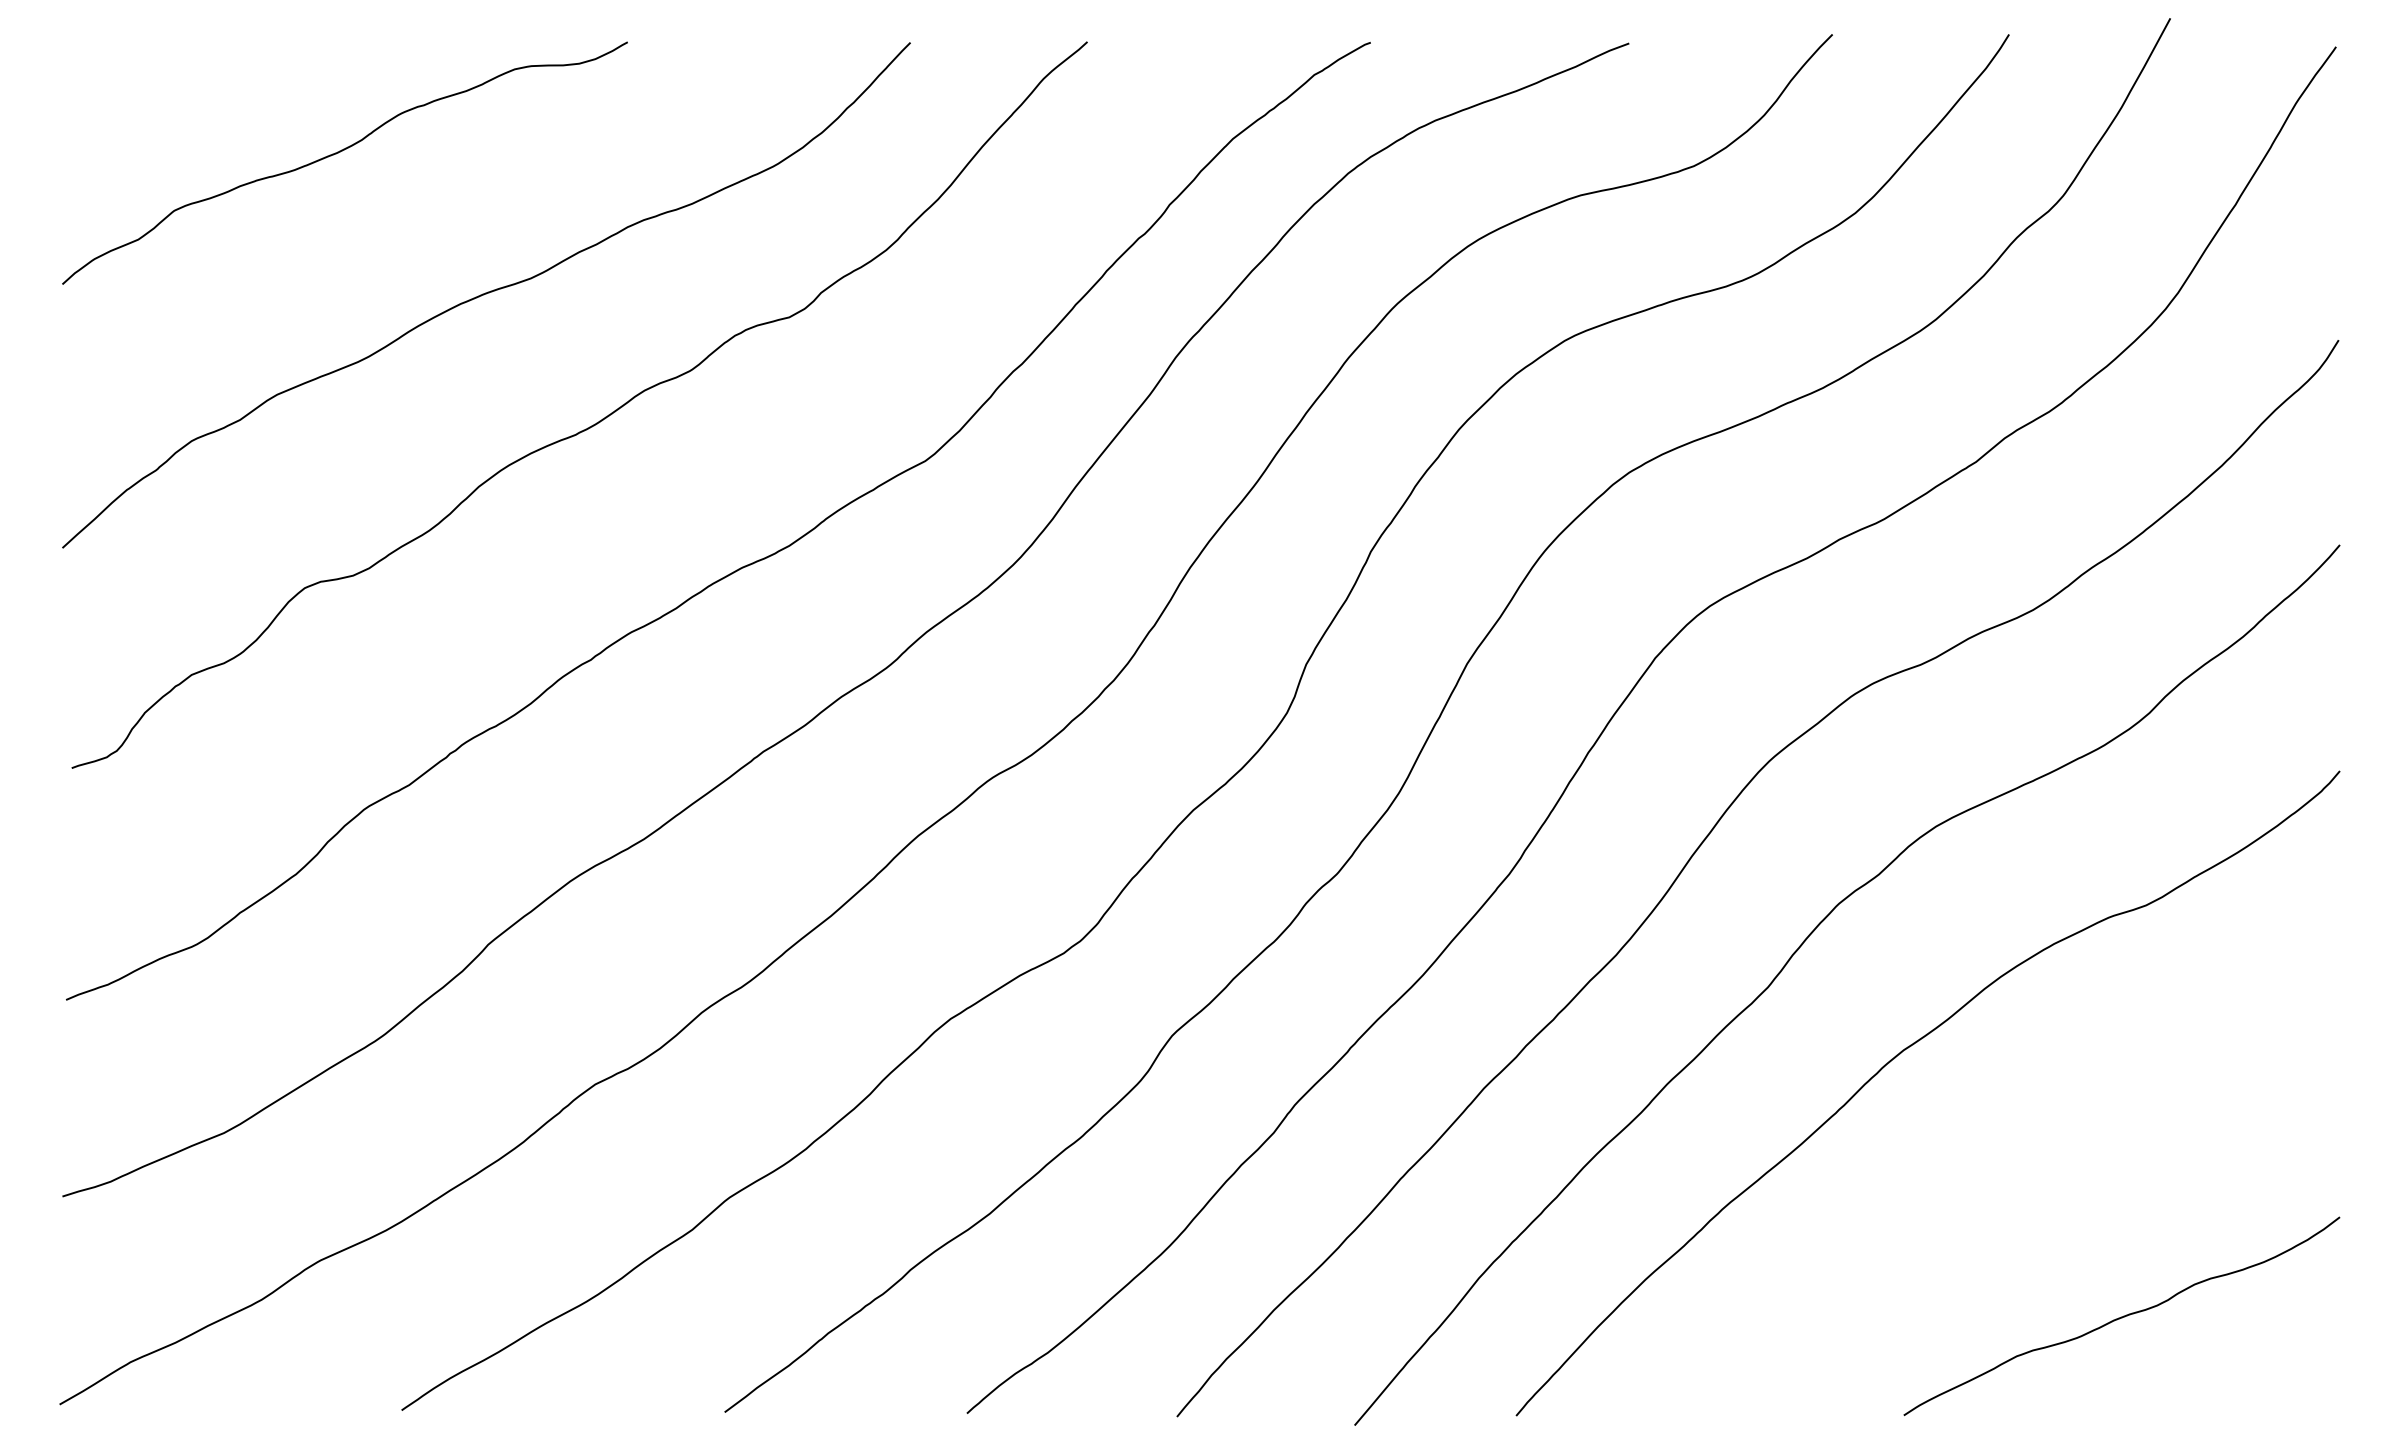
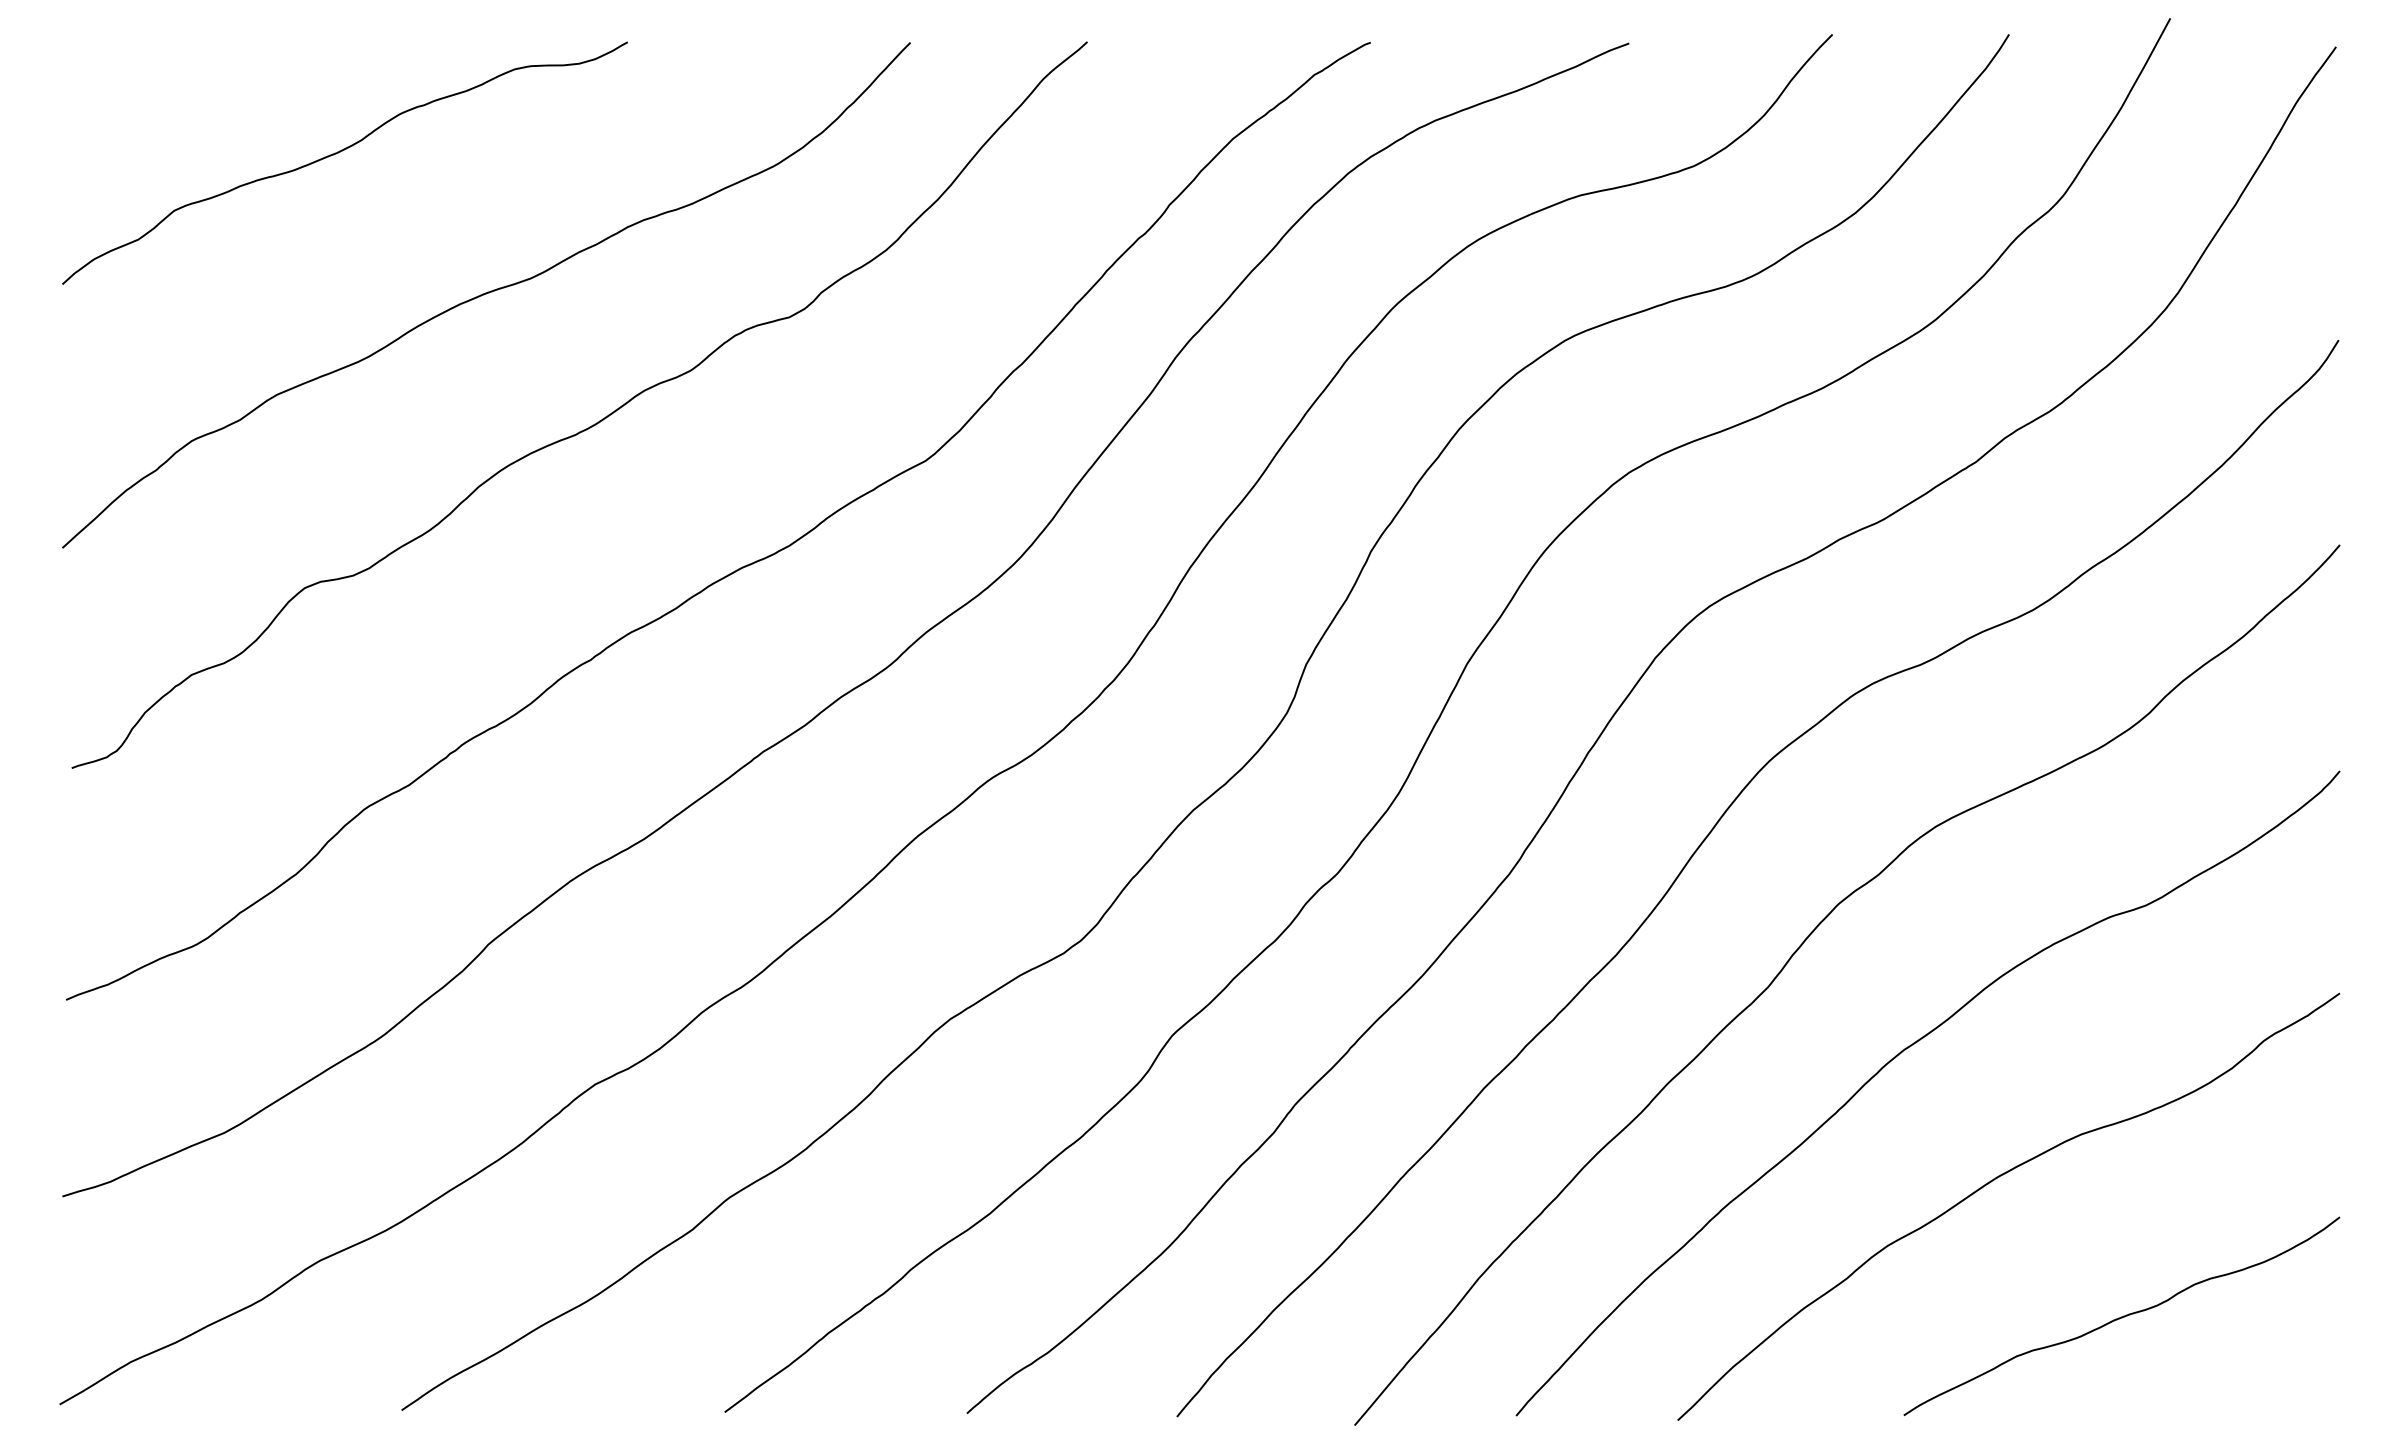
curve at (1991, 1182): none -> present
